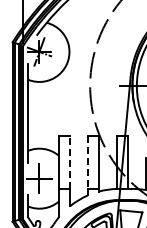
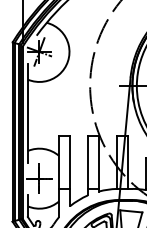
line at (70, 162): dashed -> solid
line at (87, 162): dashed -> solid
